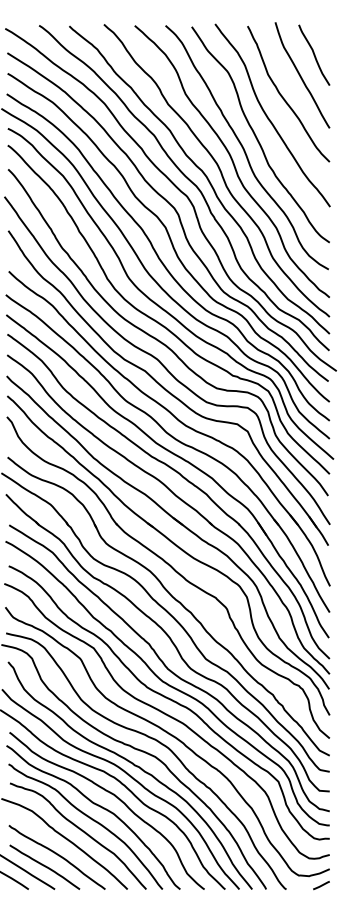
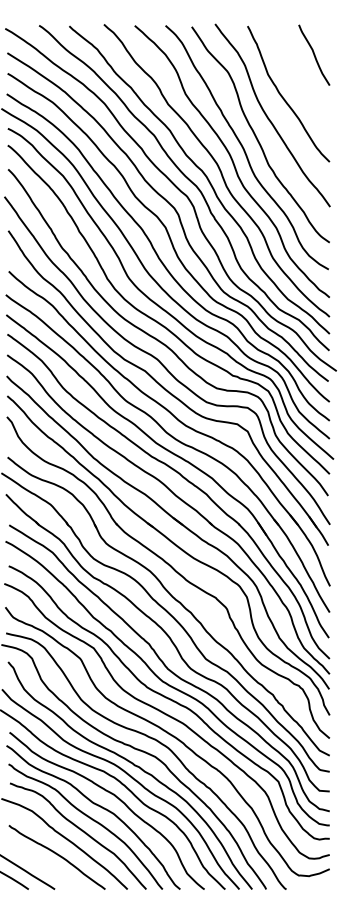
curve at (301, 75): present -> none
curve at (44, 866): present -> none
line at (321, 885): present -> none
